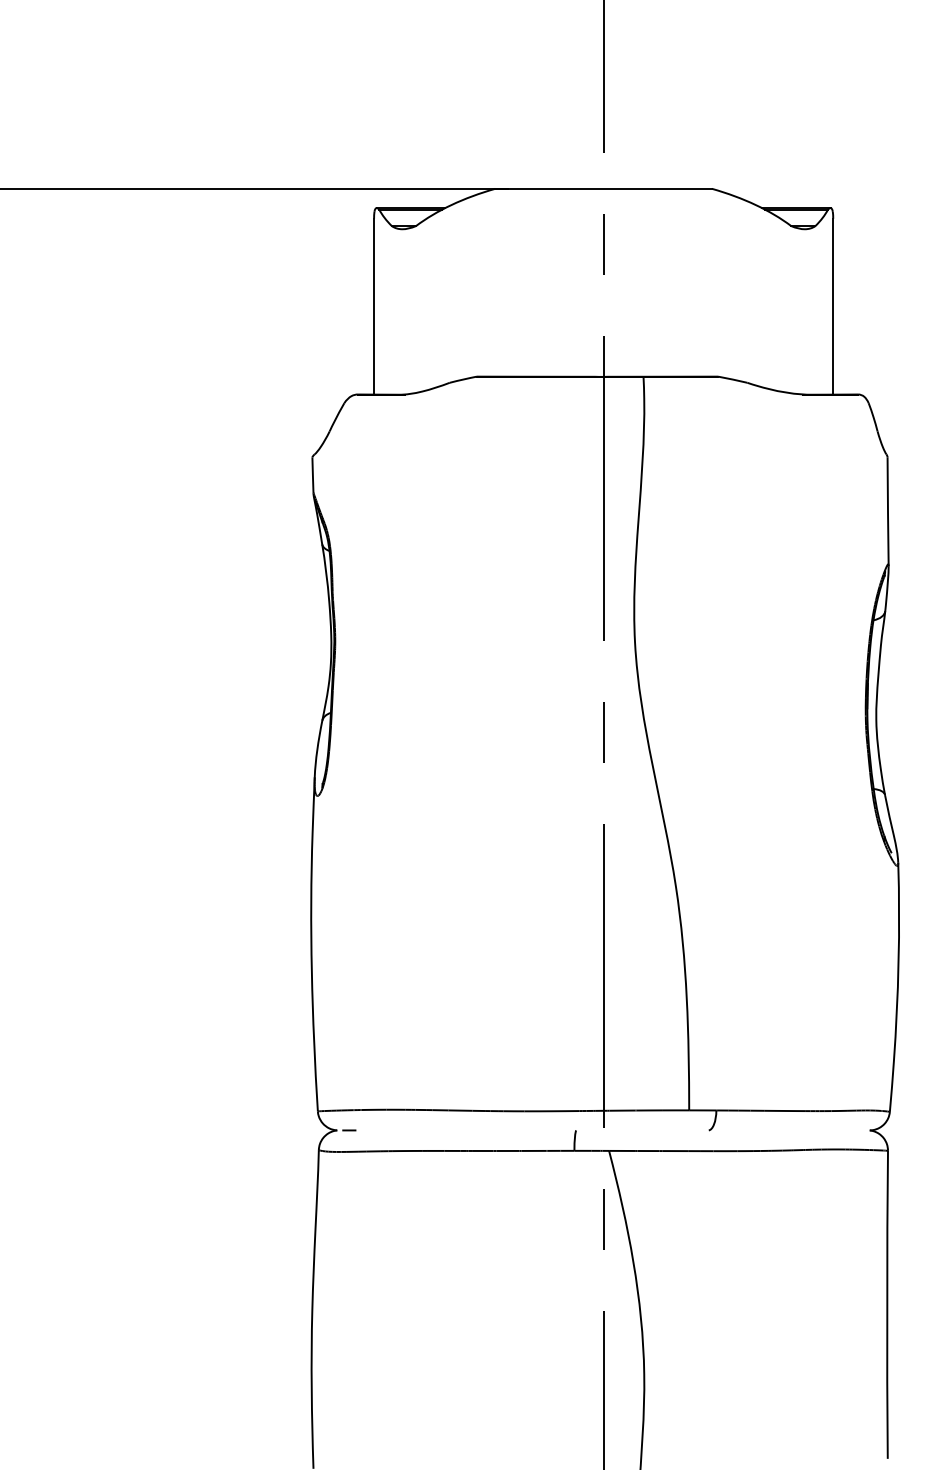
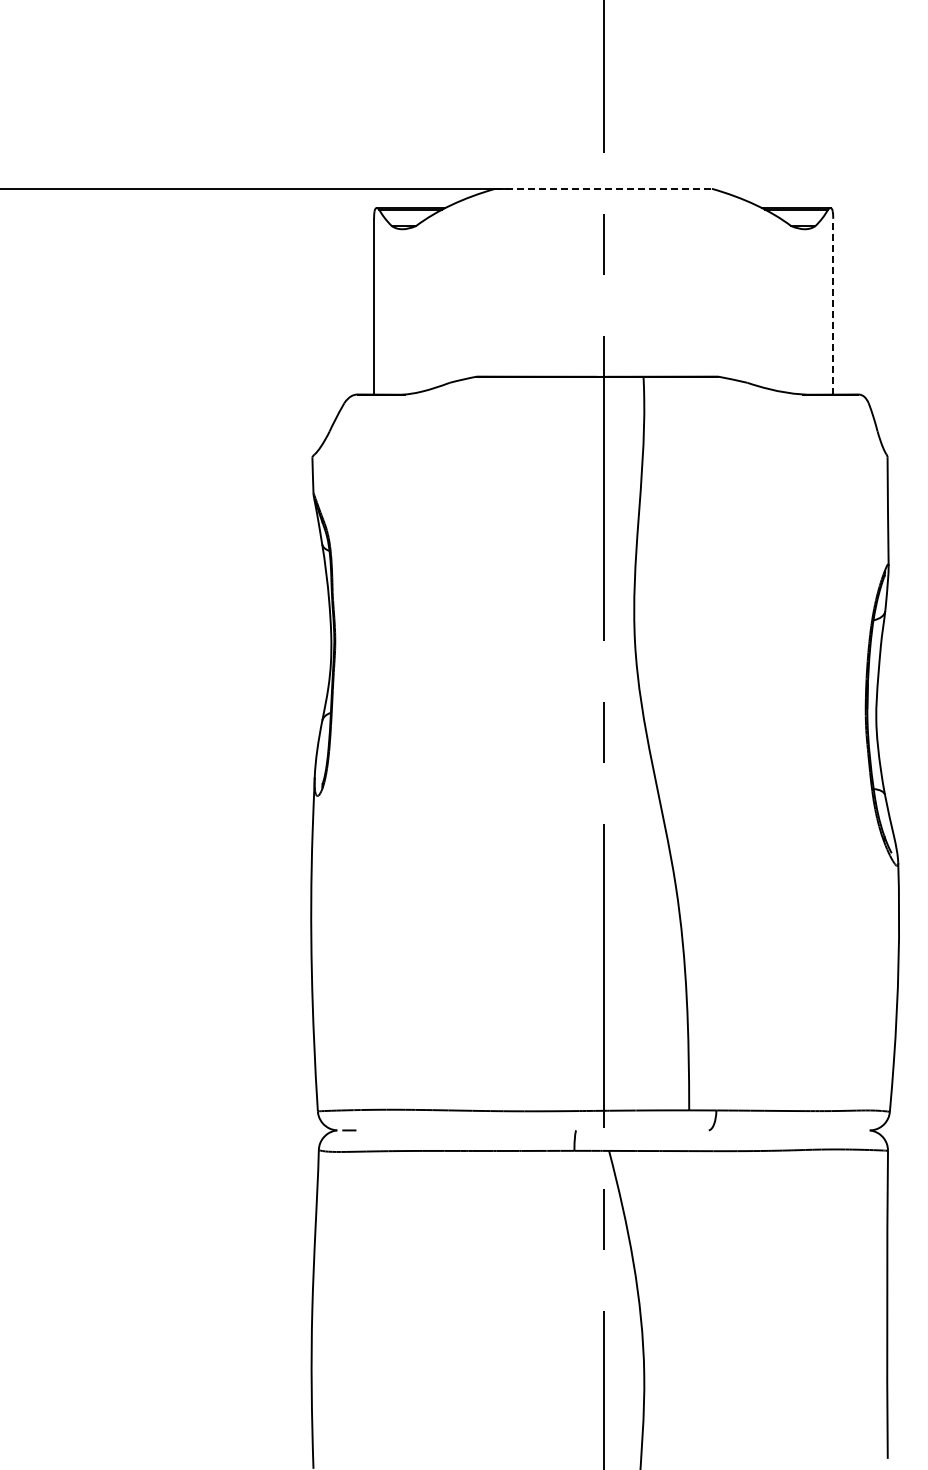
line at (604, 188): solid -> dashed
line at (833, 306): solid -> dashed
